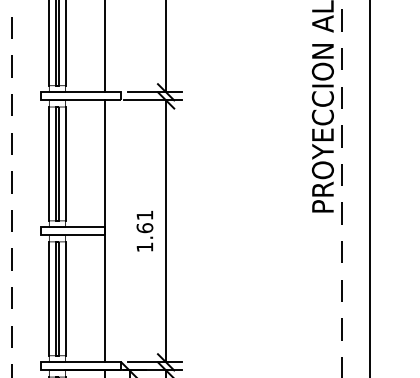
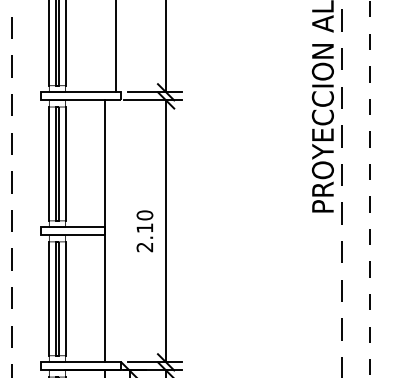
line at (104, 47) position: (104, 47) -> (115, 47)
line at (369, 189): solid -> dashed
text at (144, 231): 1.61 -> 2.10
